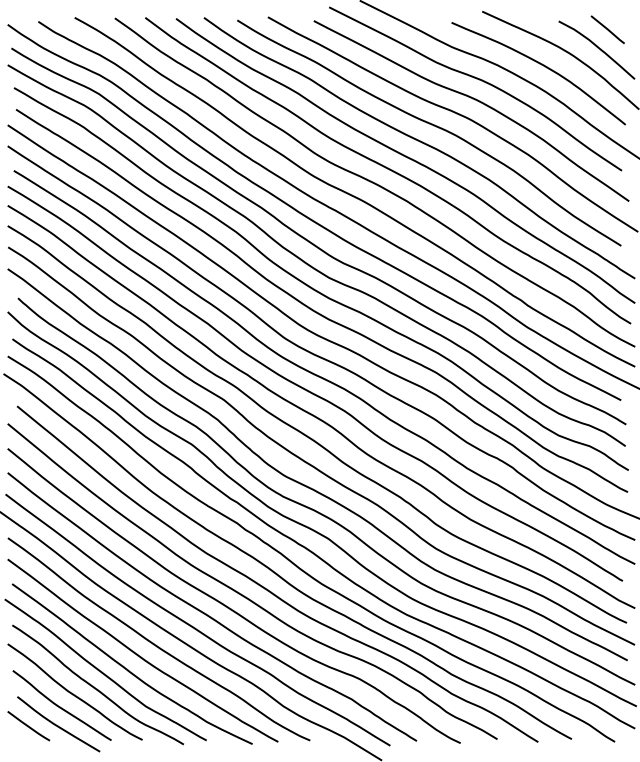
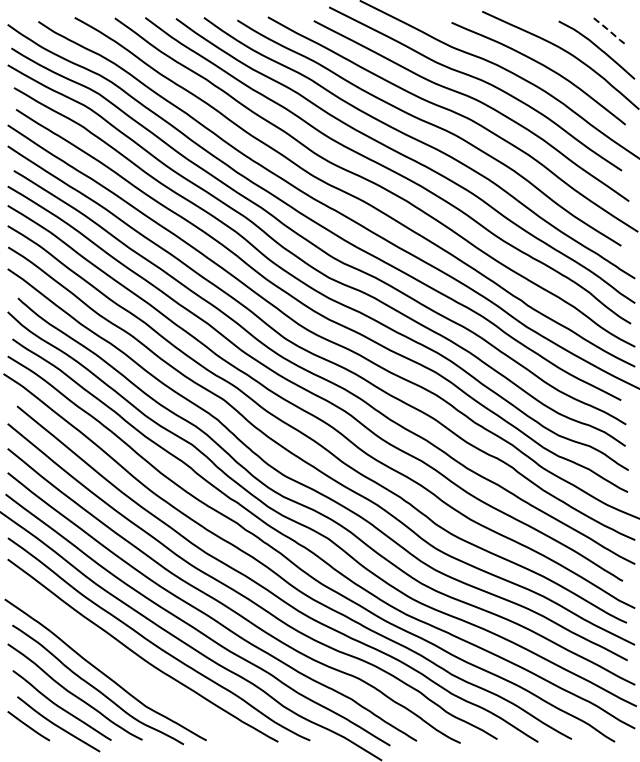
line at (608, 29): solid -> dashed
curve at (127, 668): present -> none
